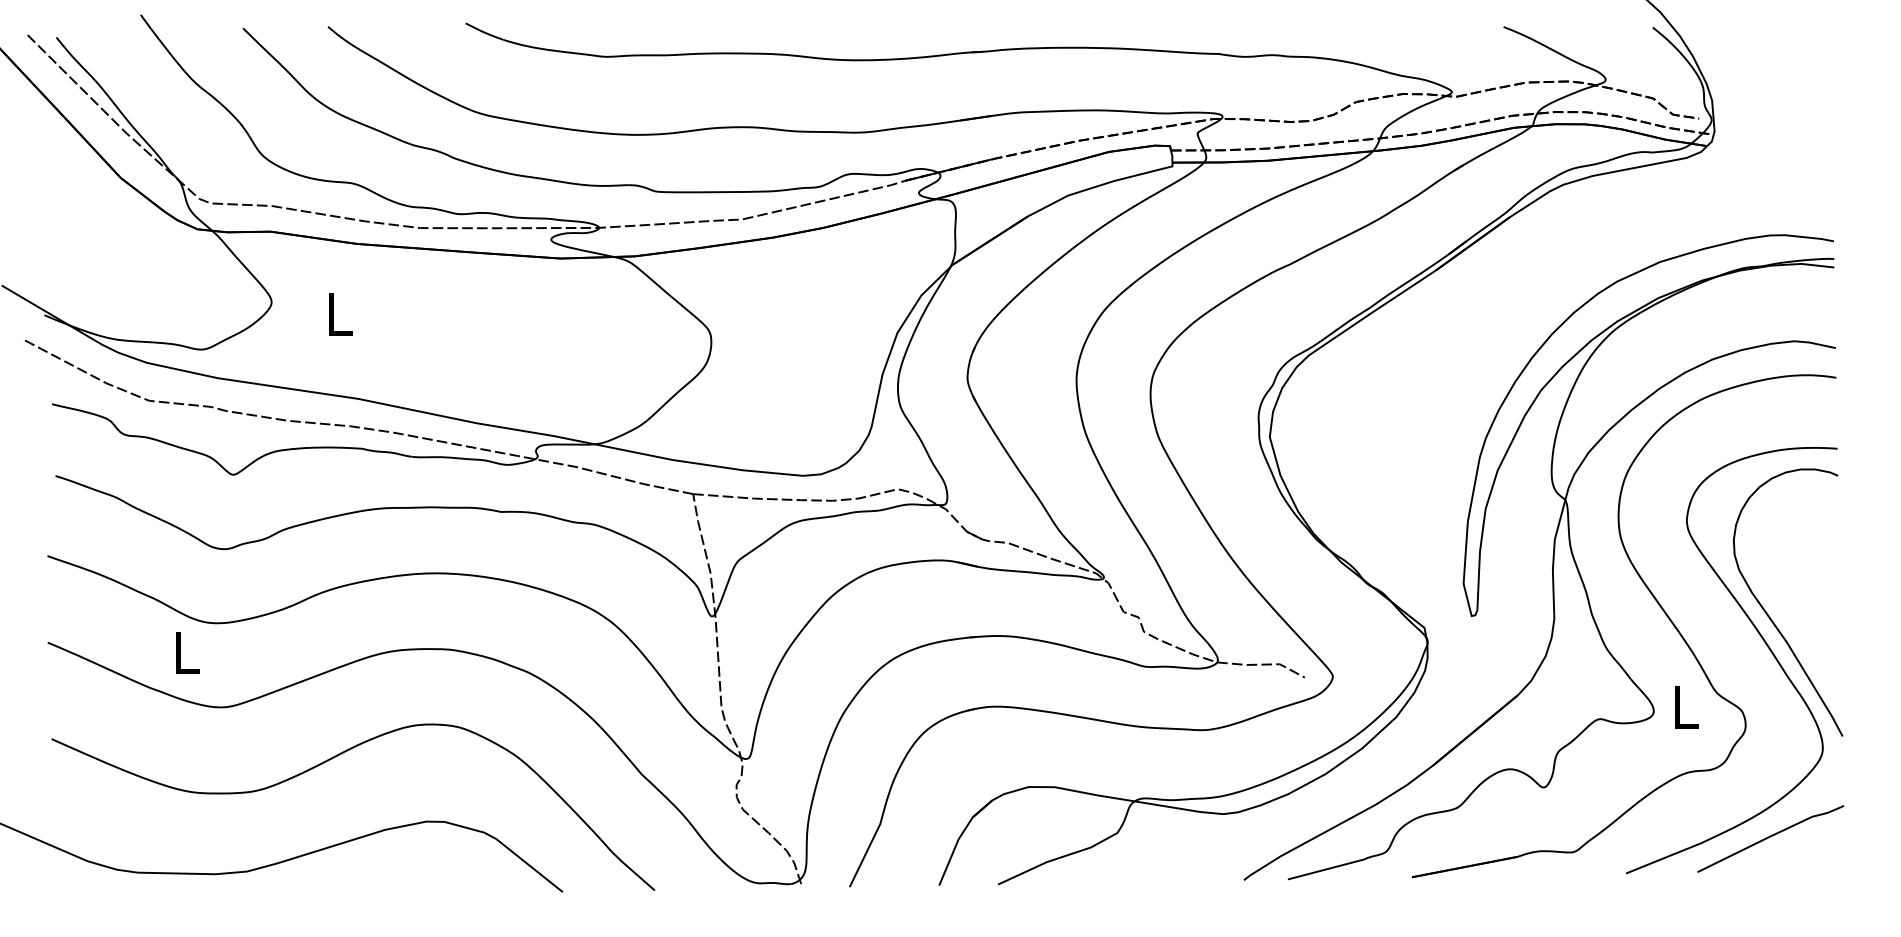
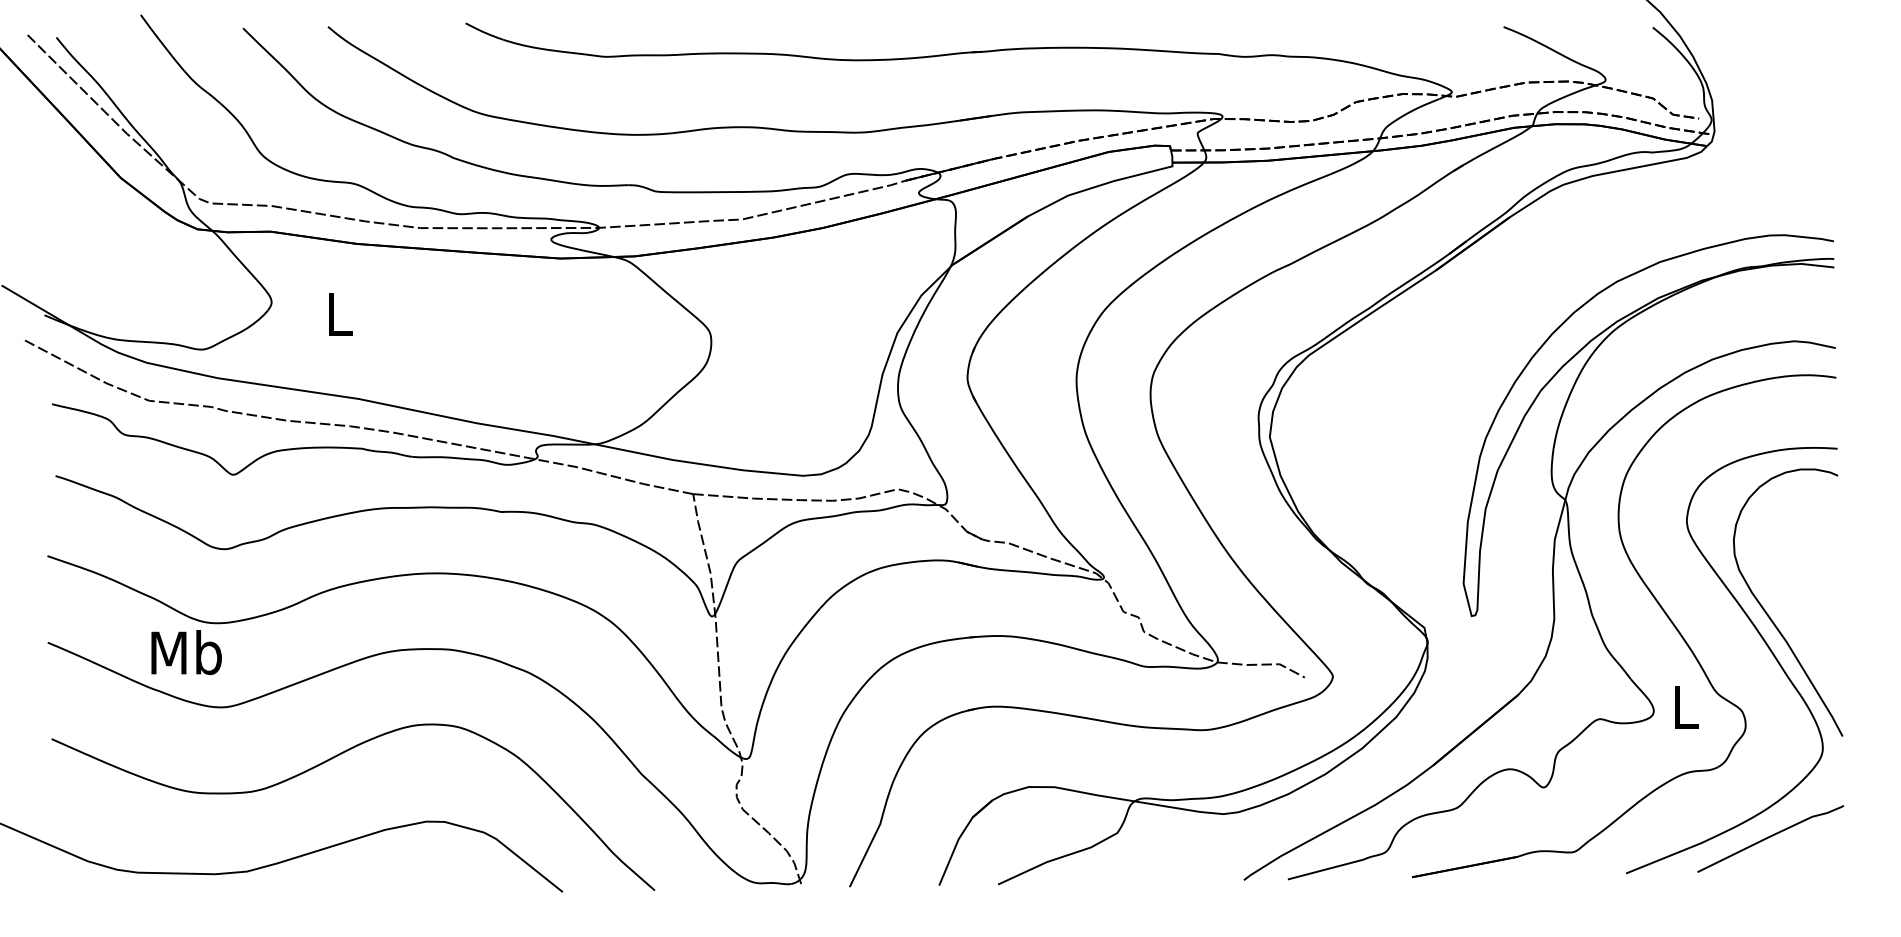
text at (186, 652): L -> Mb
